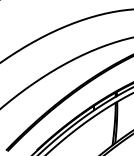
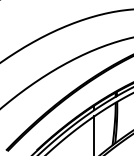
line at (94, 134): none -> present
